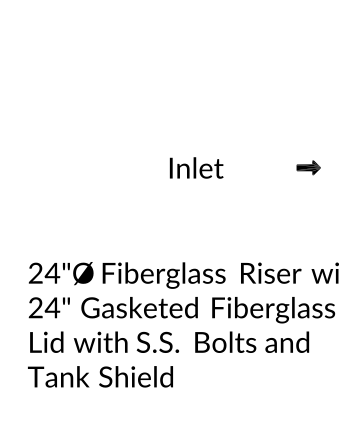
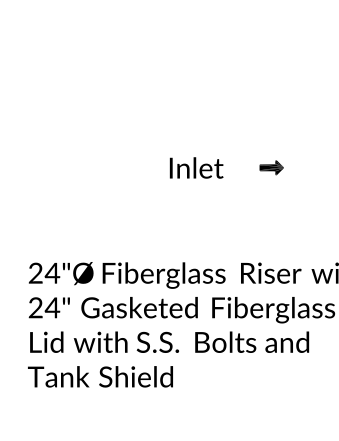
part at (308, 167) position: (308, 167) -> (271, 167)
